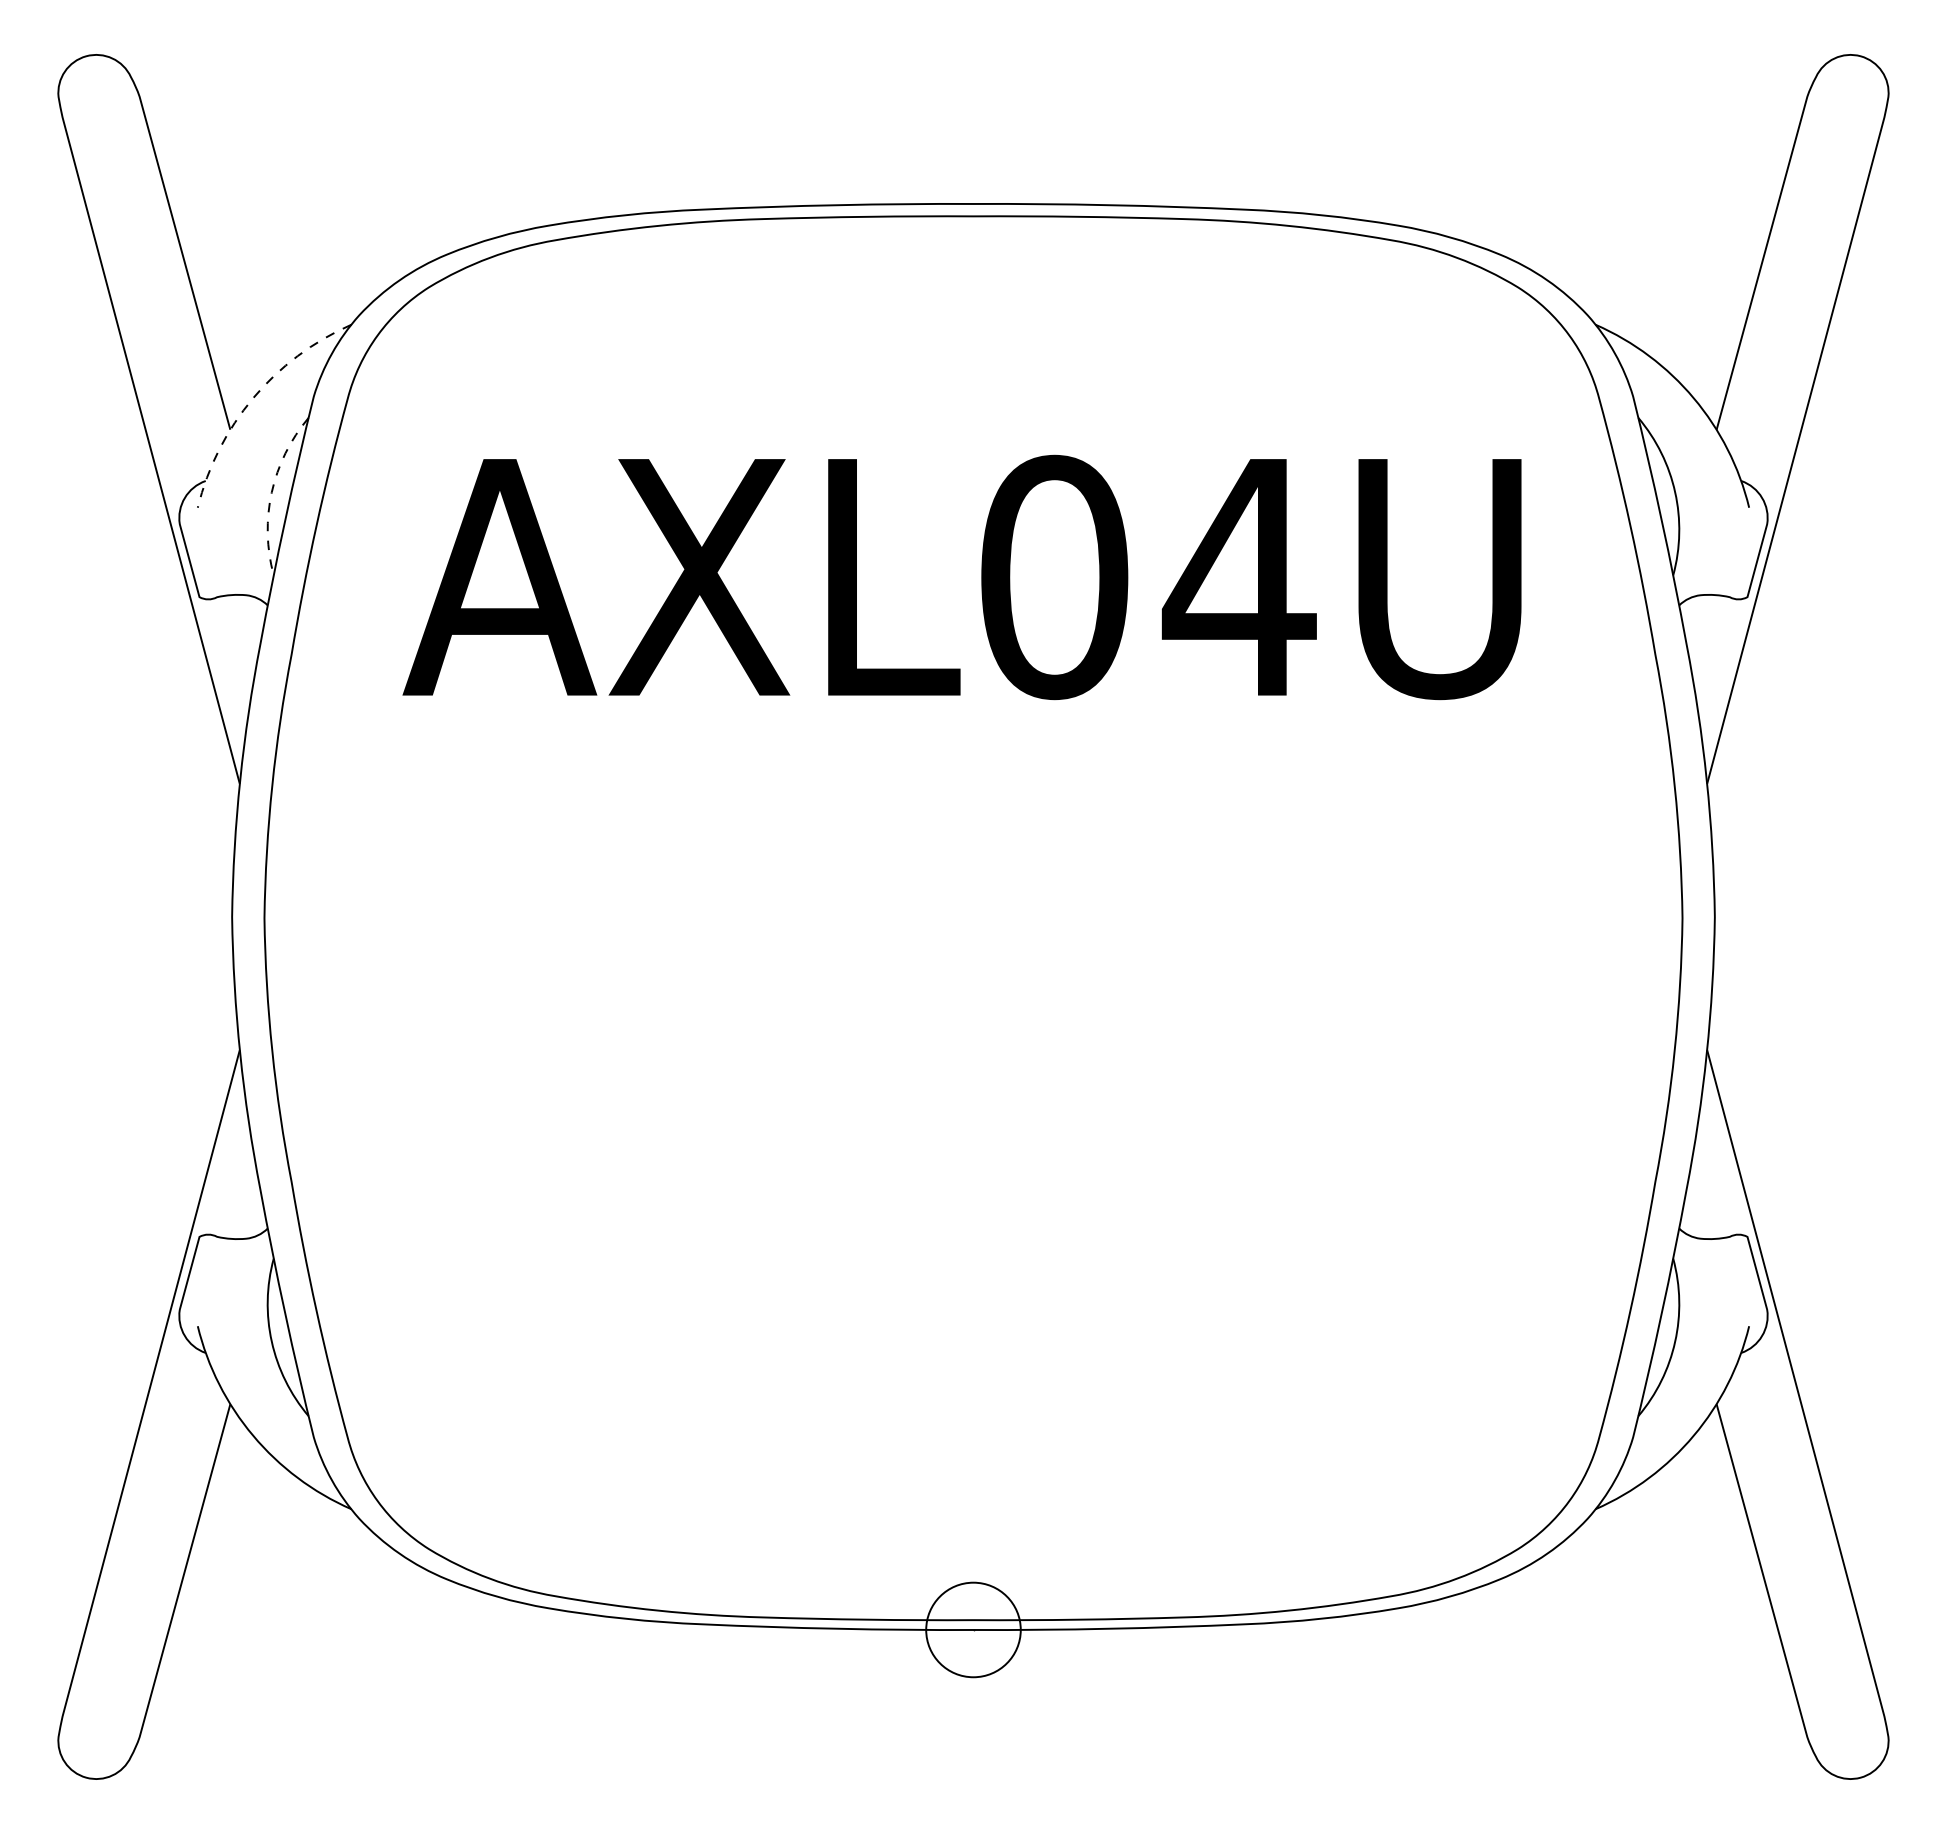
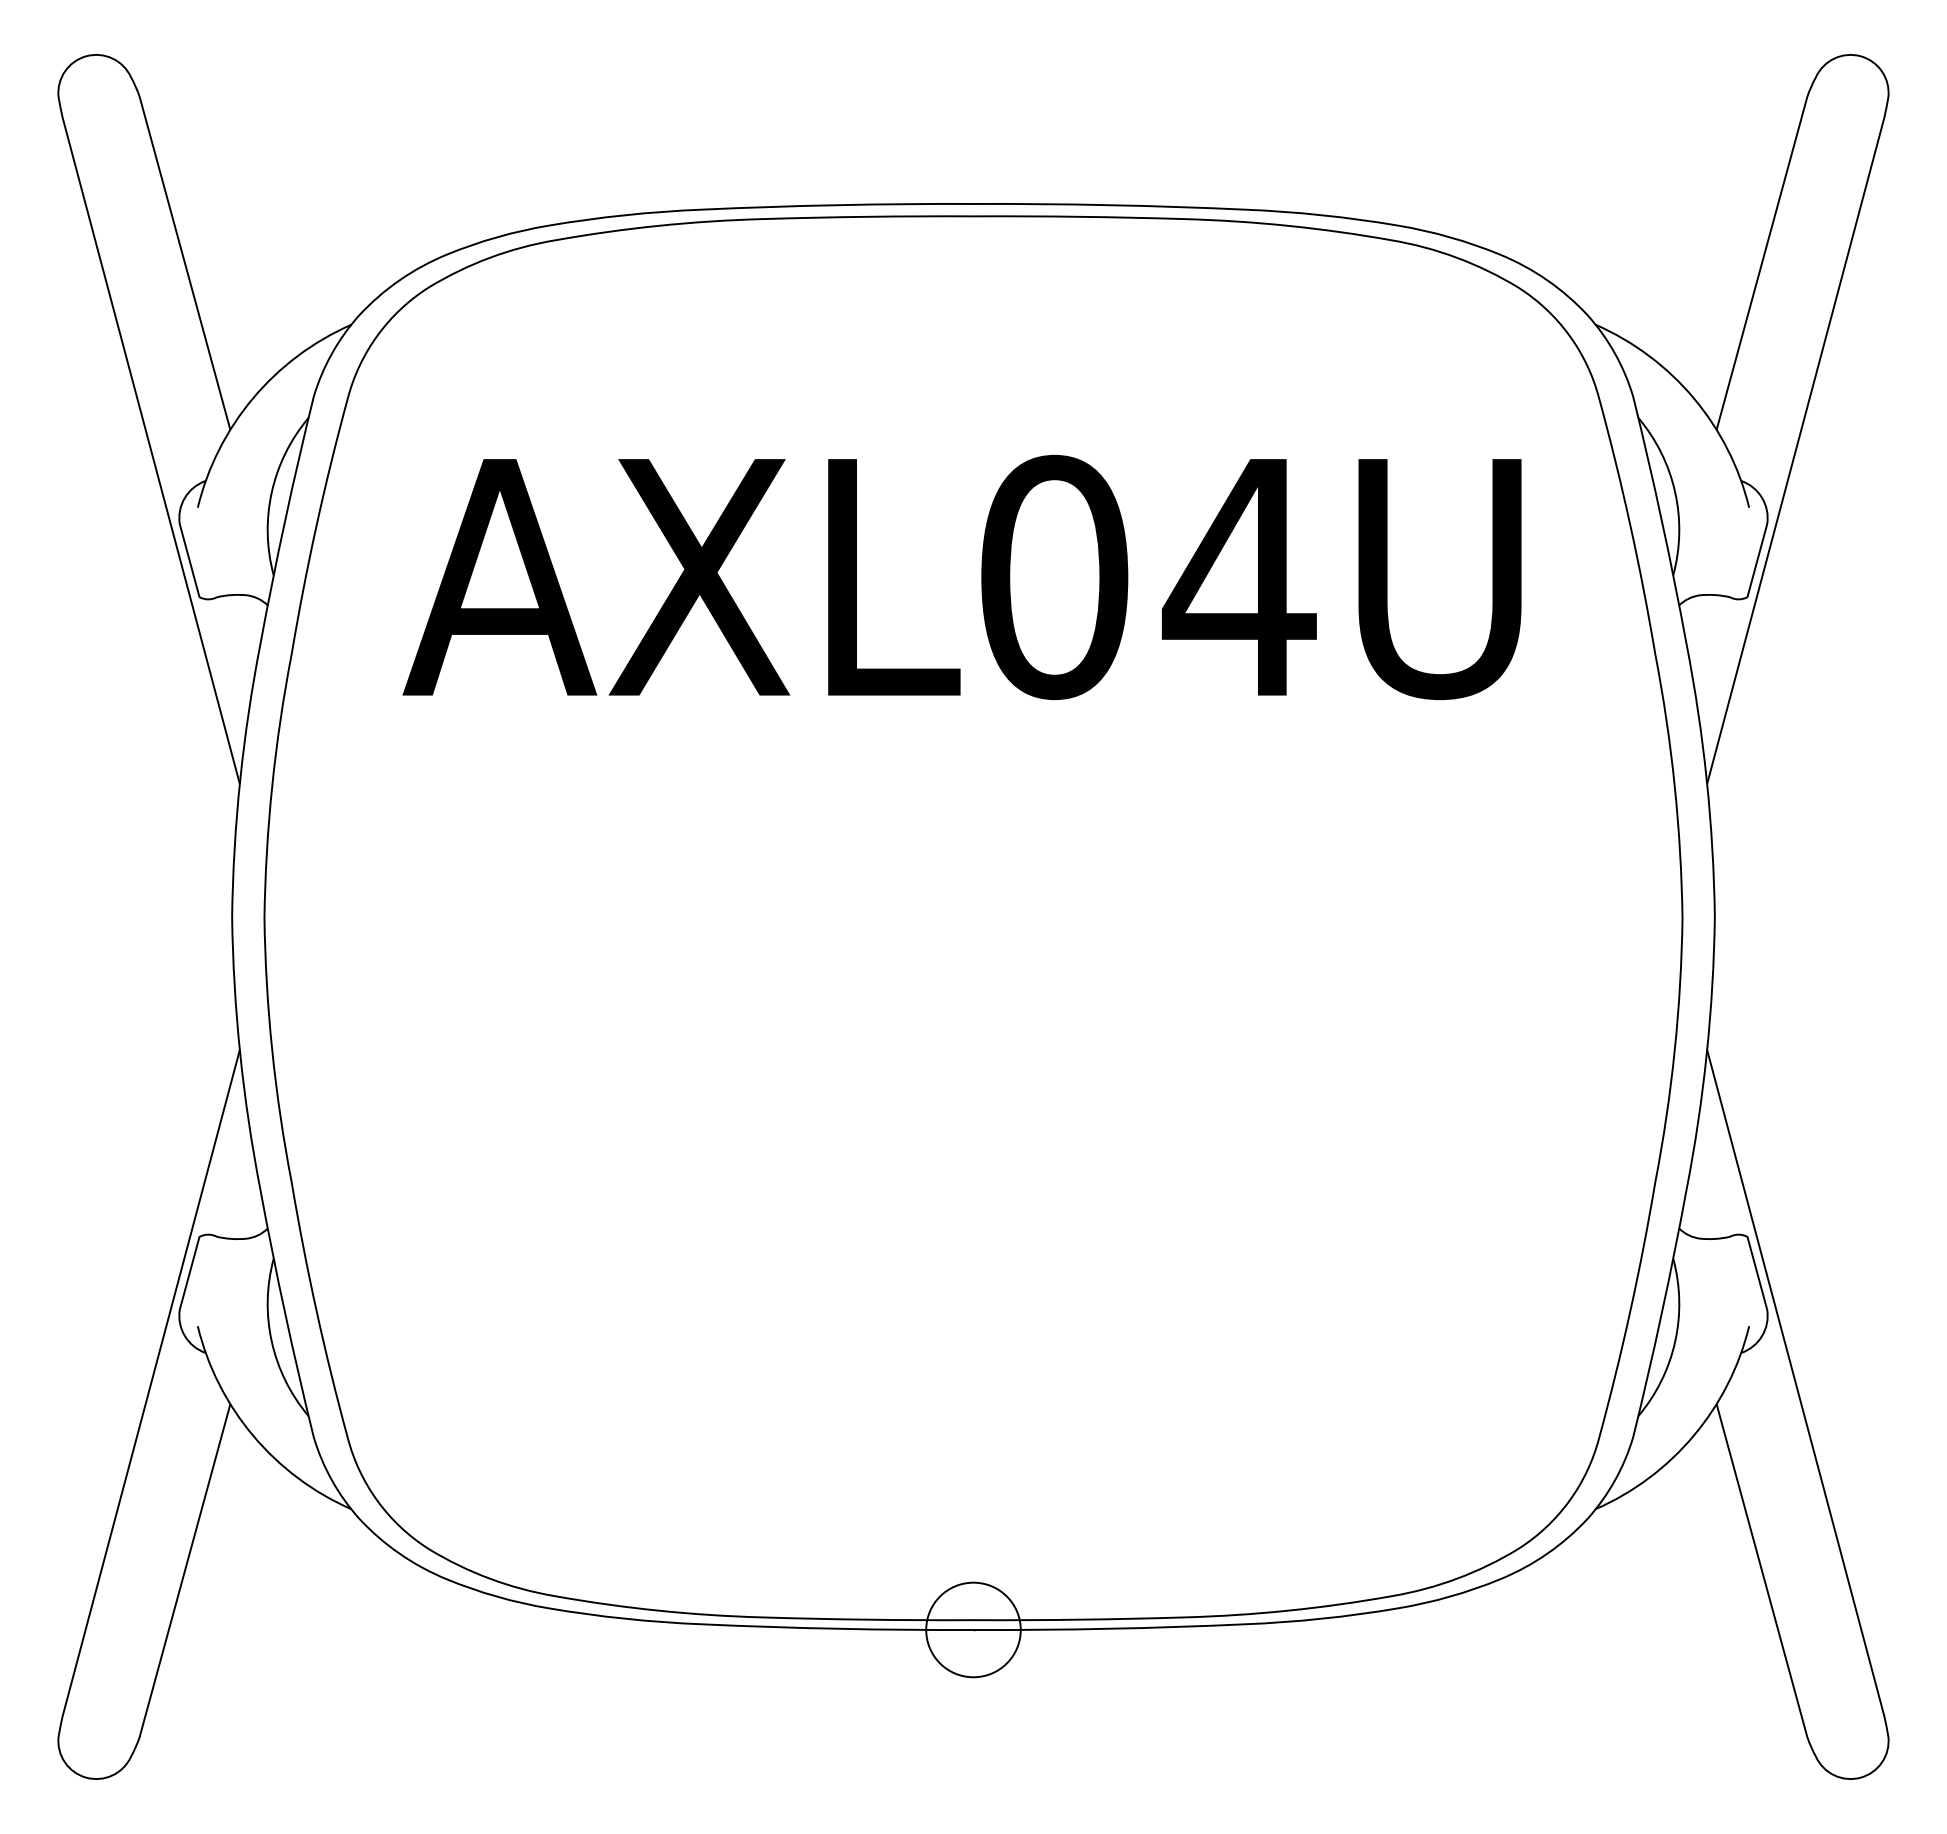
arc at (253, 398): dashed -> solid
arc at (271, 492): dashed -> solid
